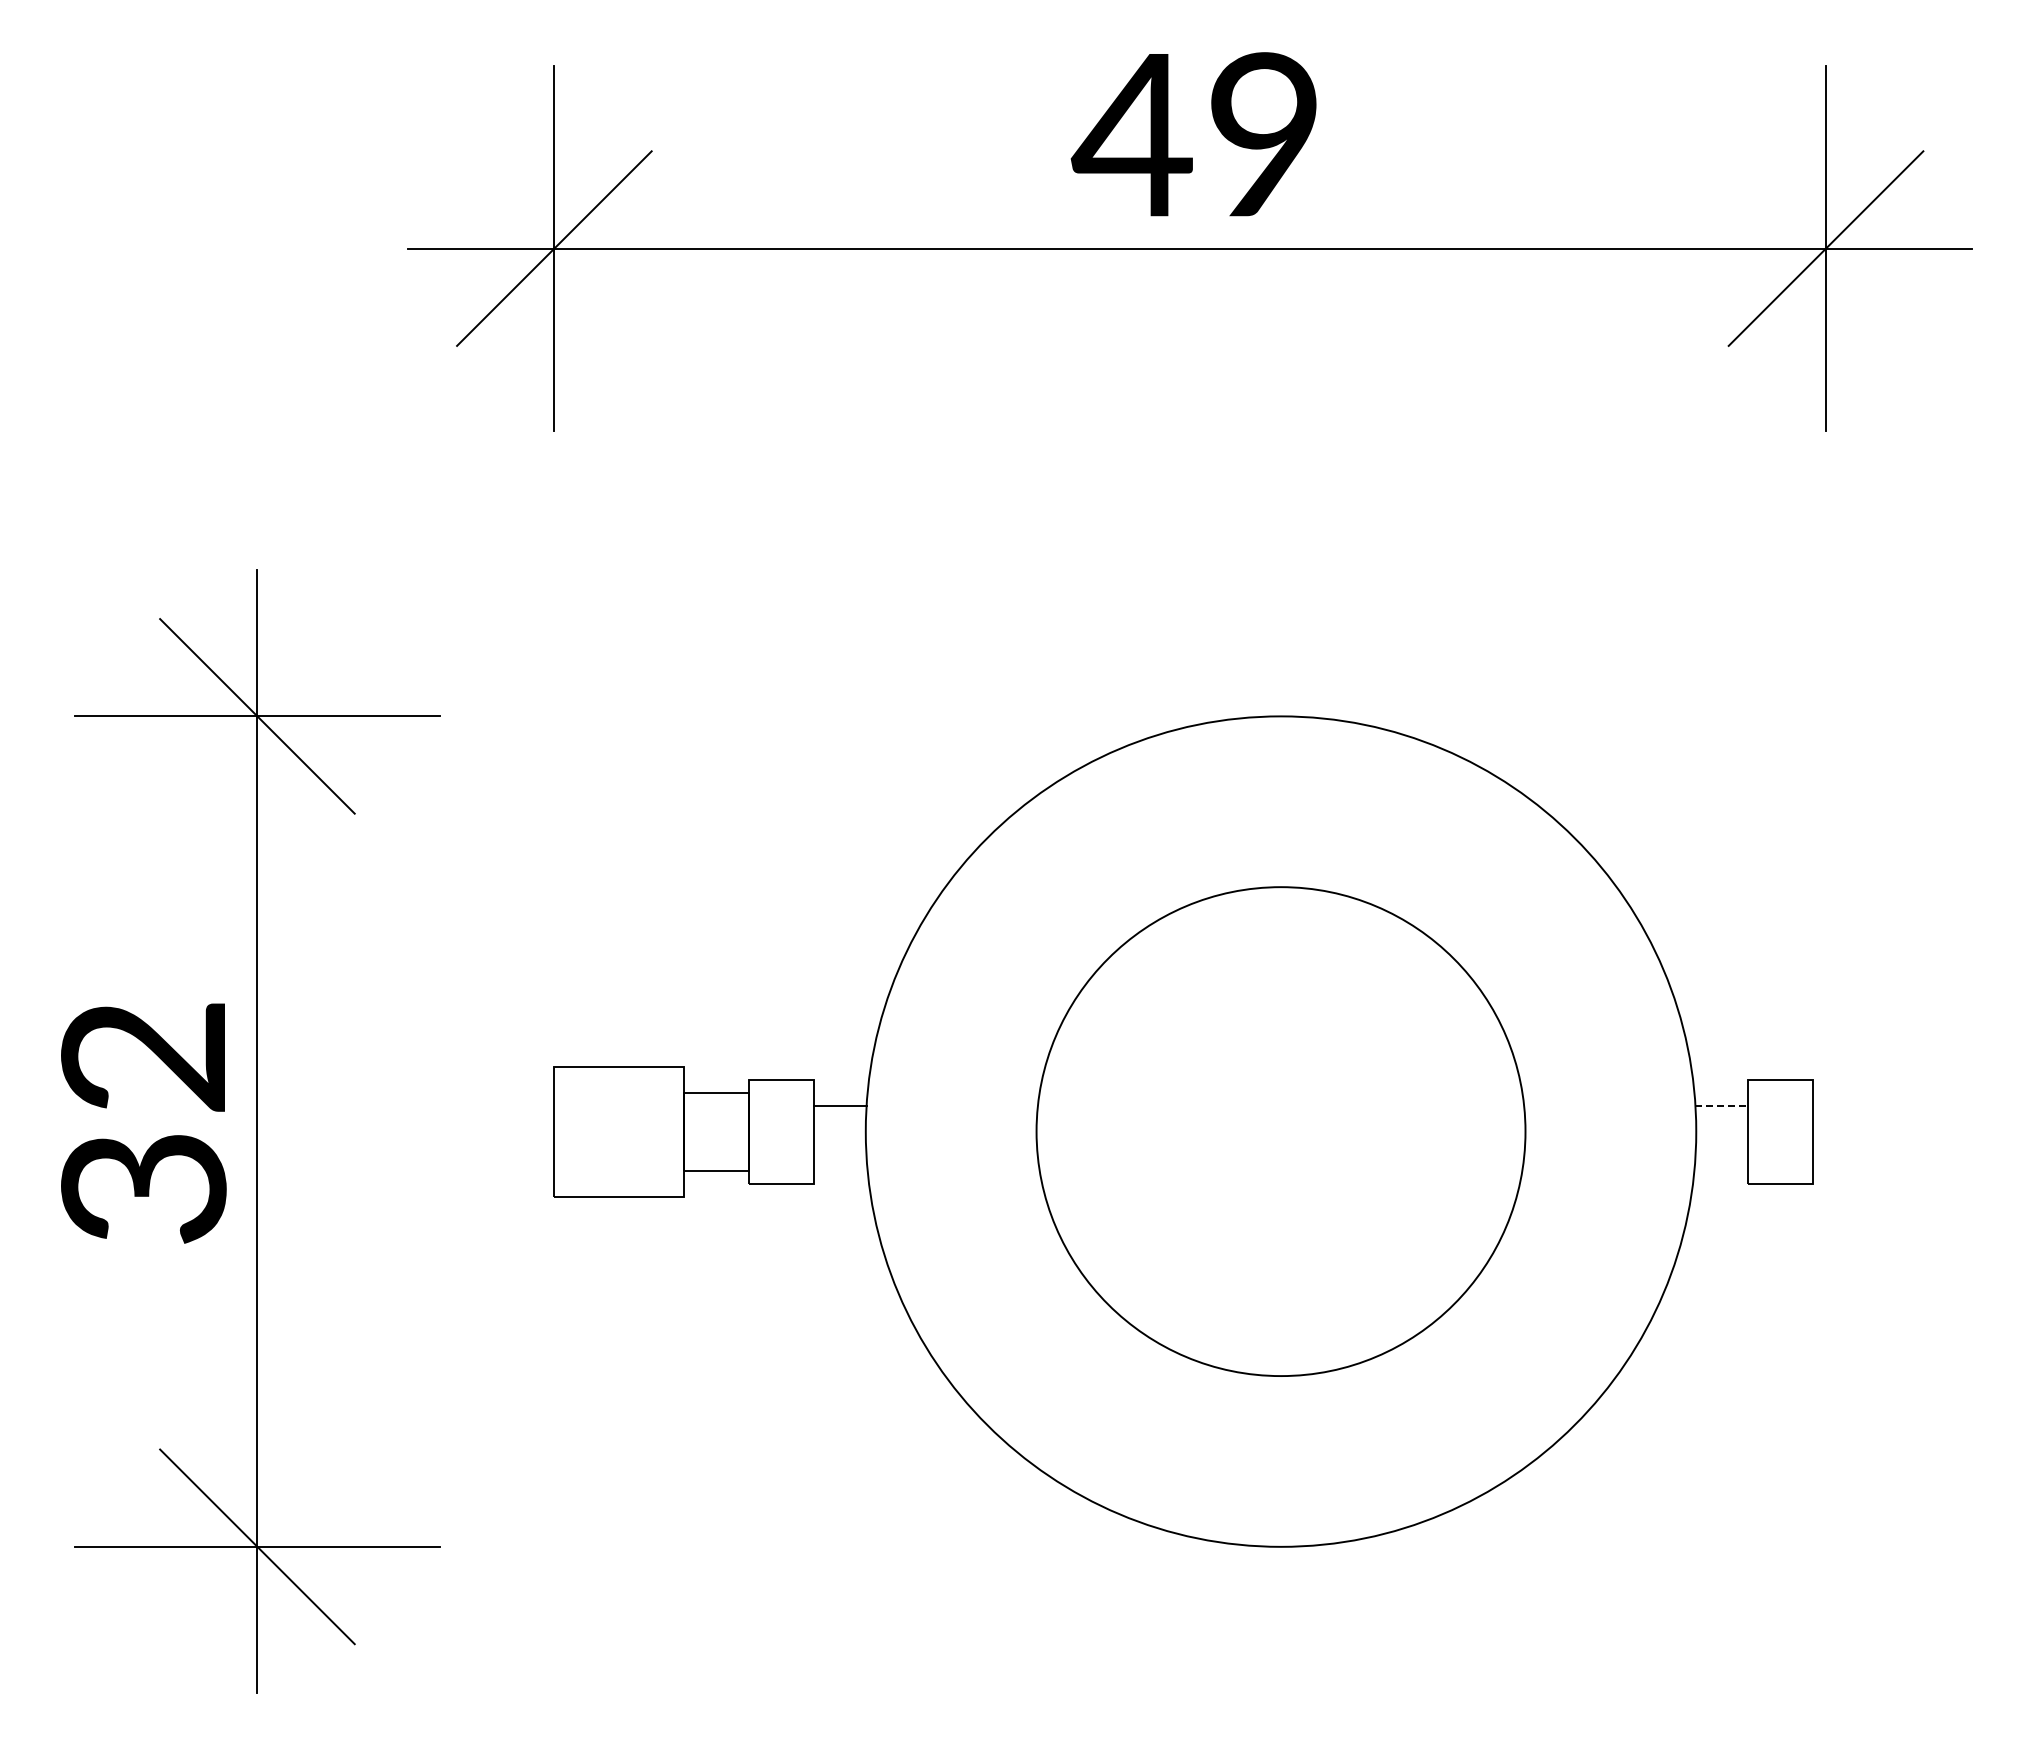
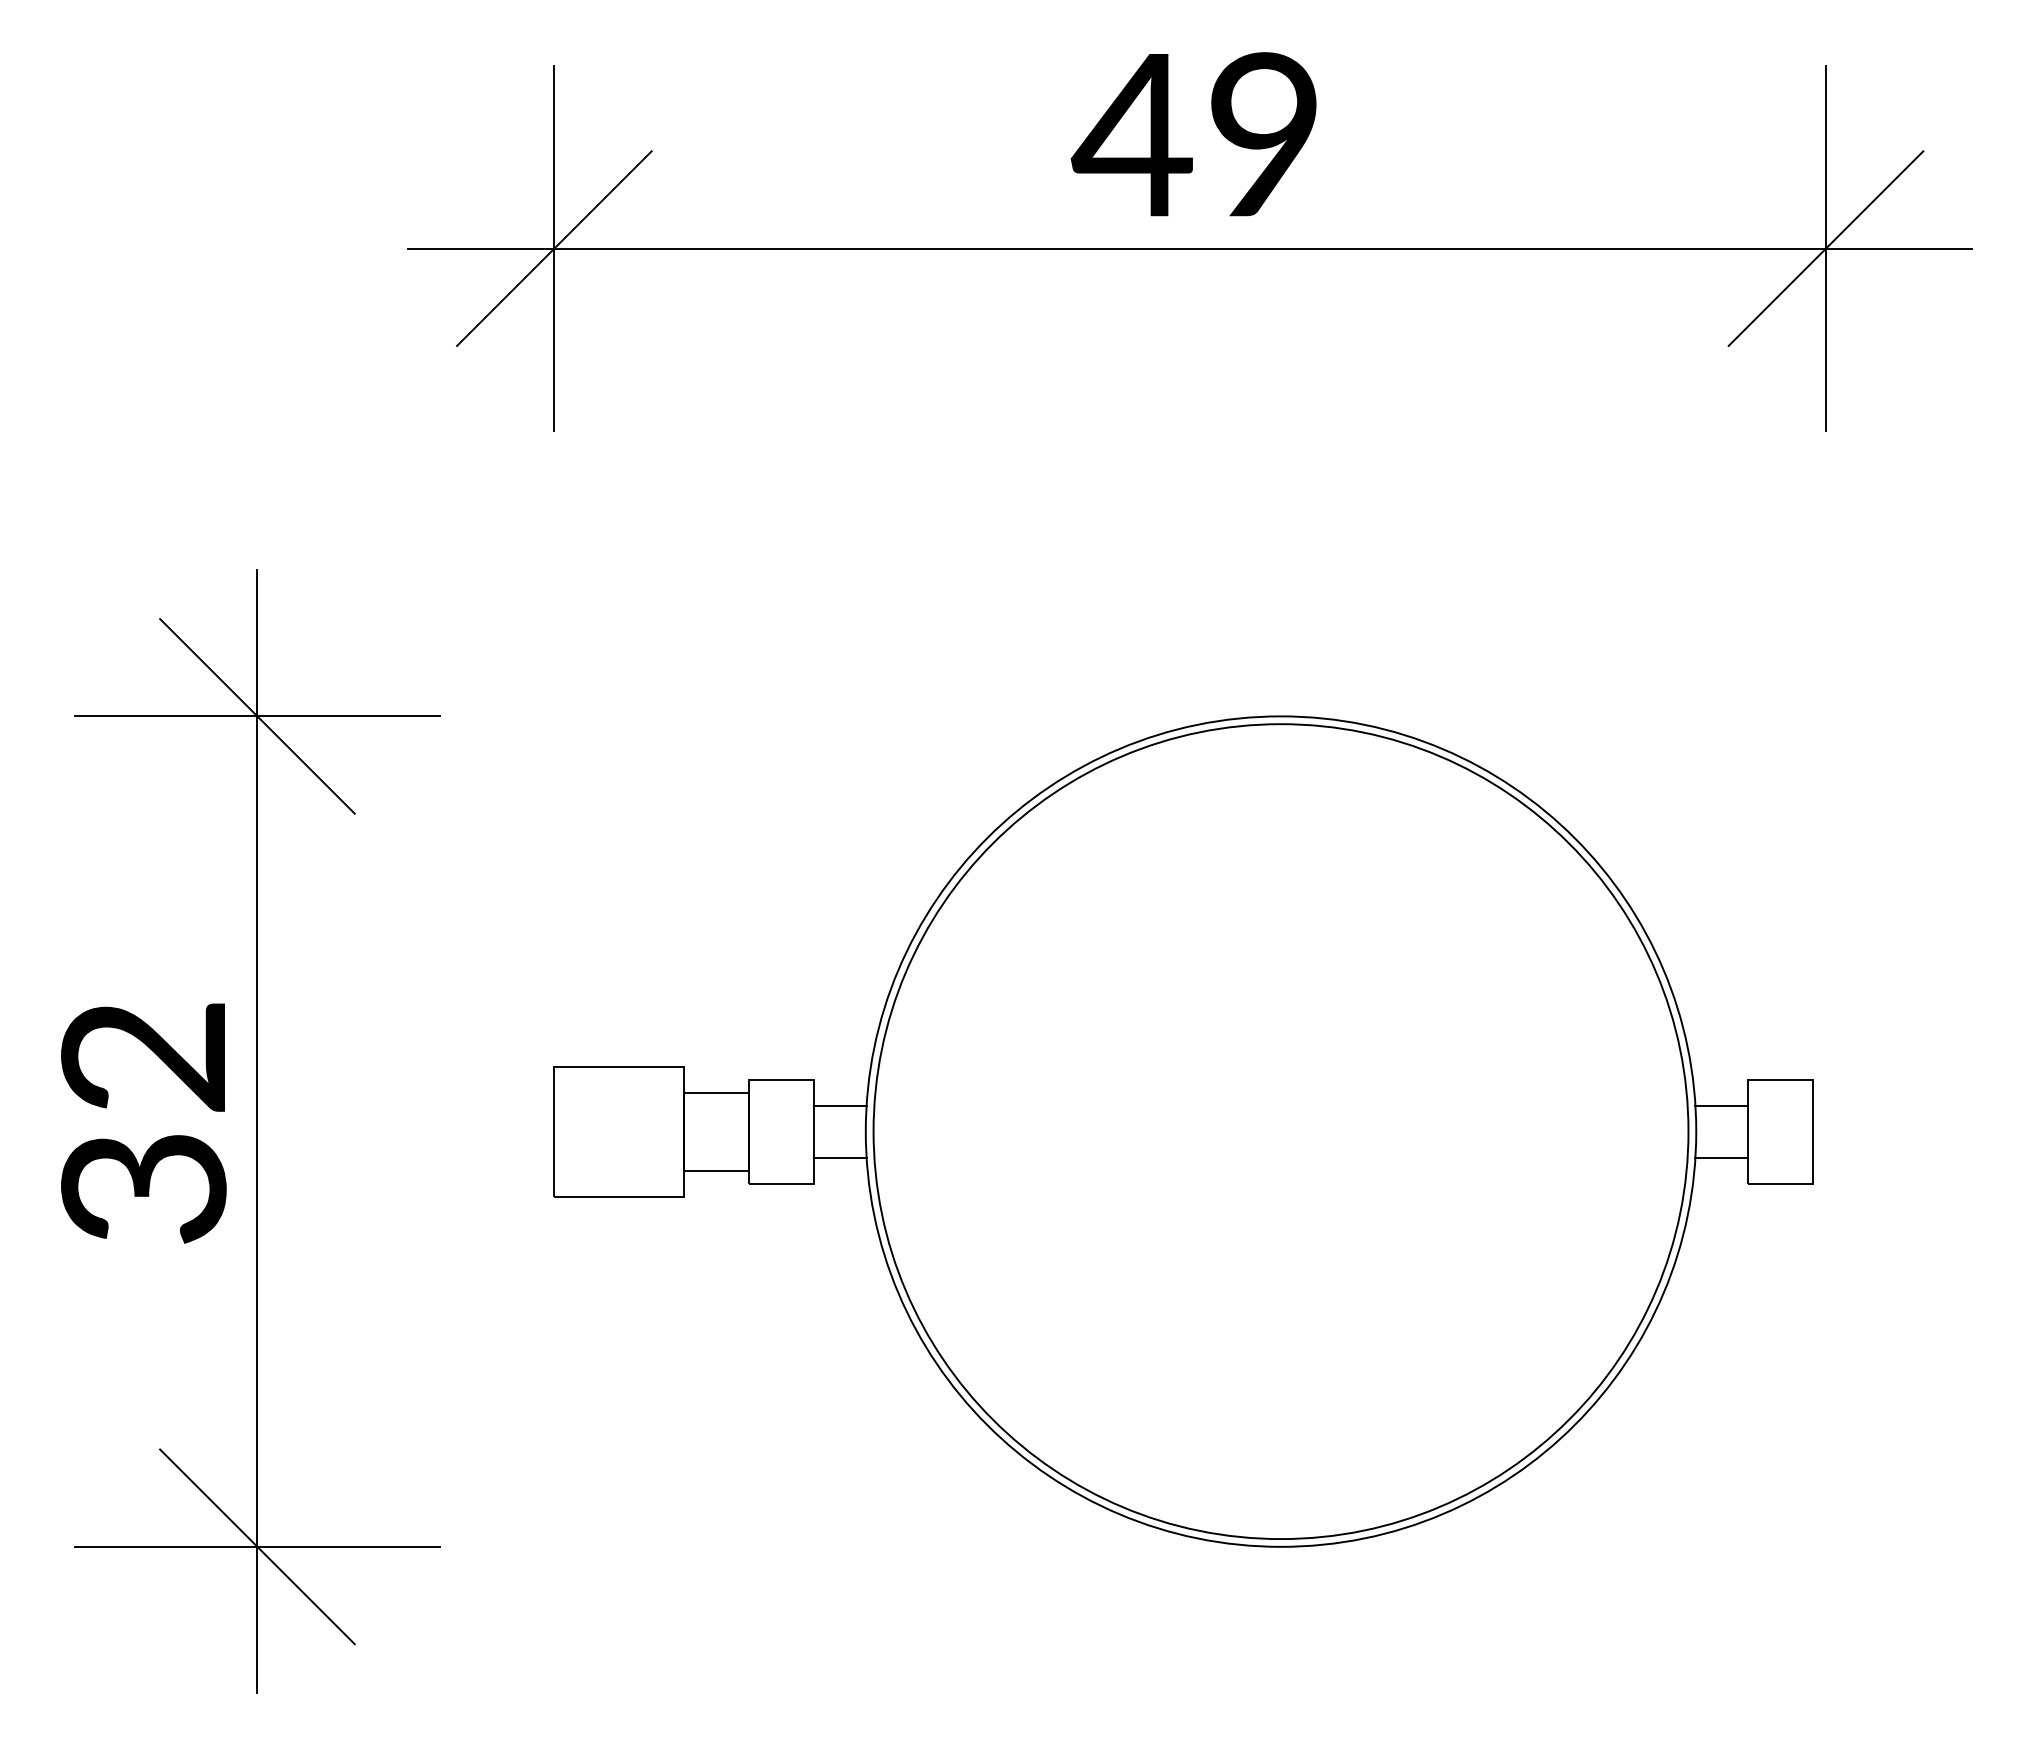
line at (1722, 1105): dashed -> solid
circle at (1280, 1131) diameter: 489 px -> 815 px
line at (839, 1157): none -> present
line at (1721, 1157): none -> present
